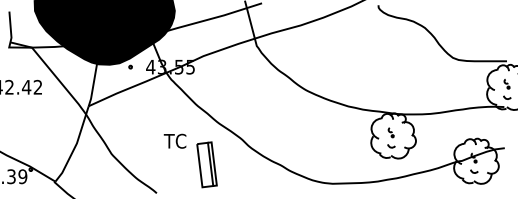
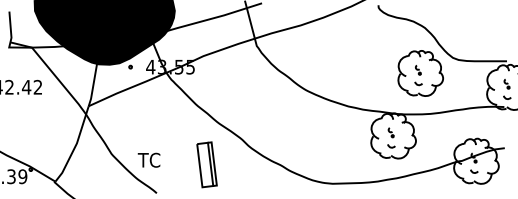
part at (420, 73): none -> present
text at (174, 140) position: (174, 140) -> (148, 159)
